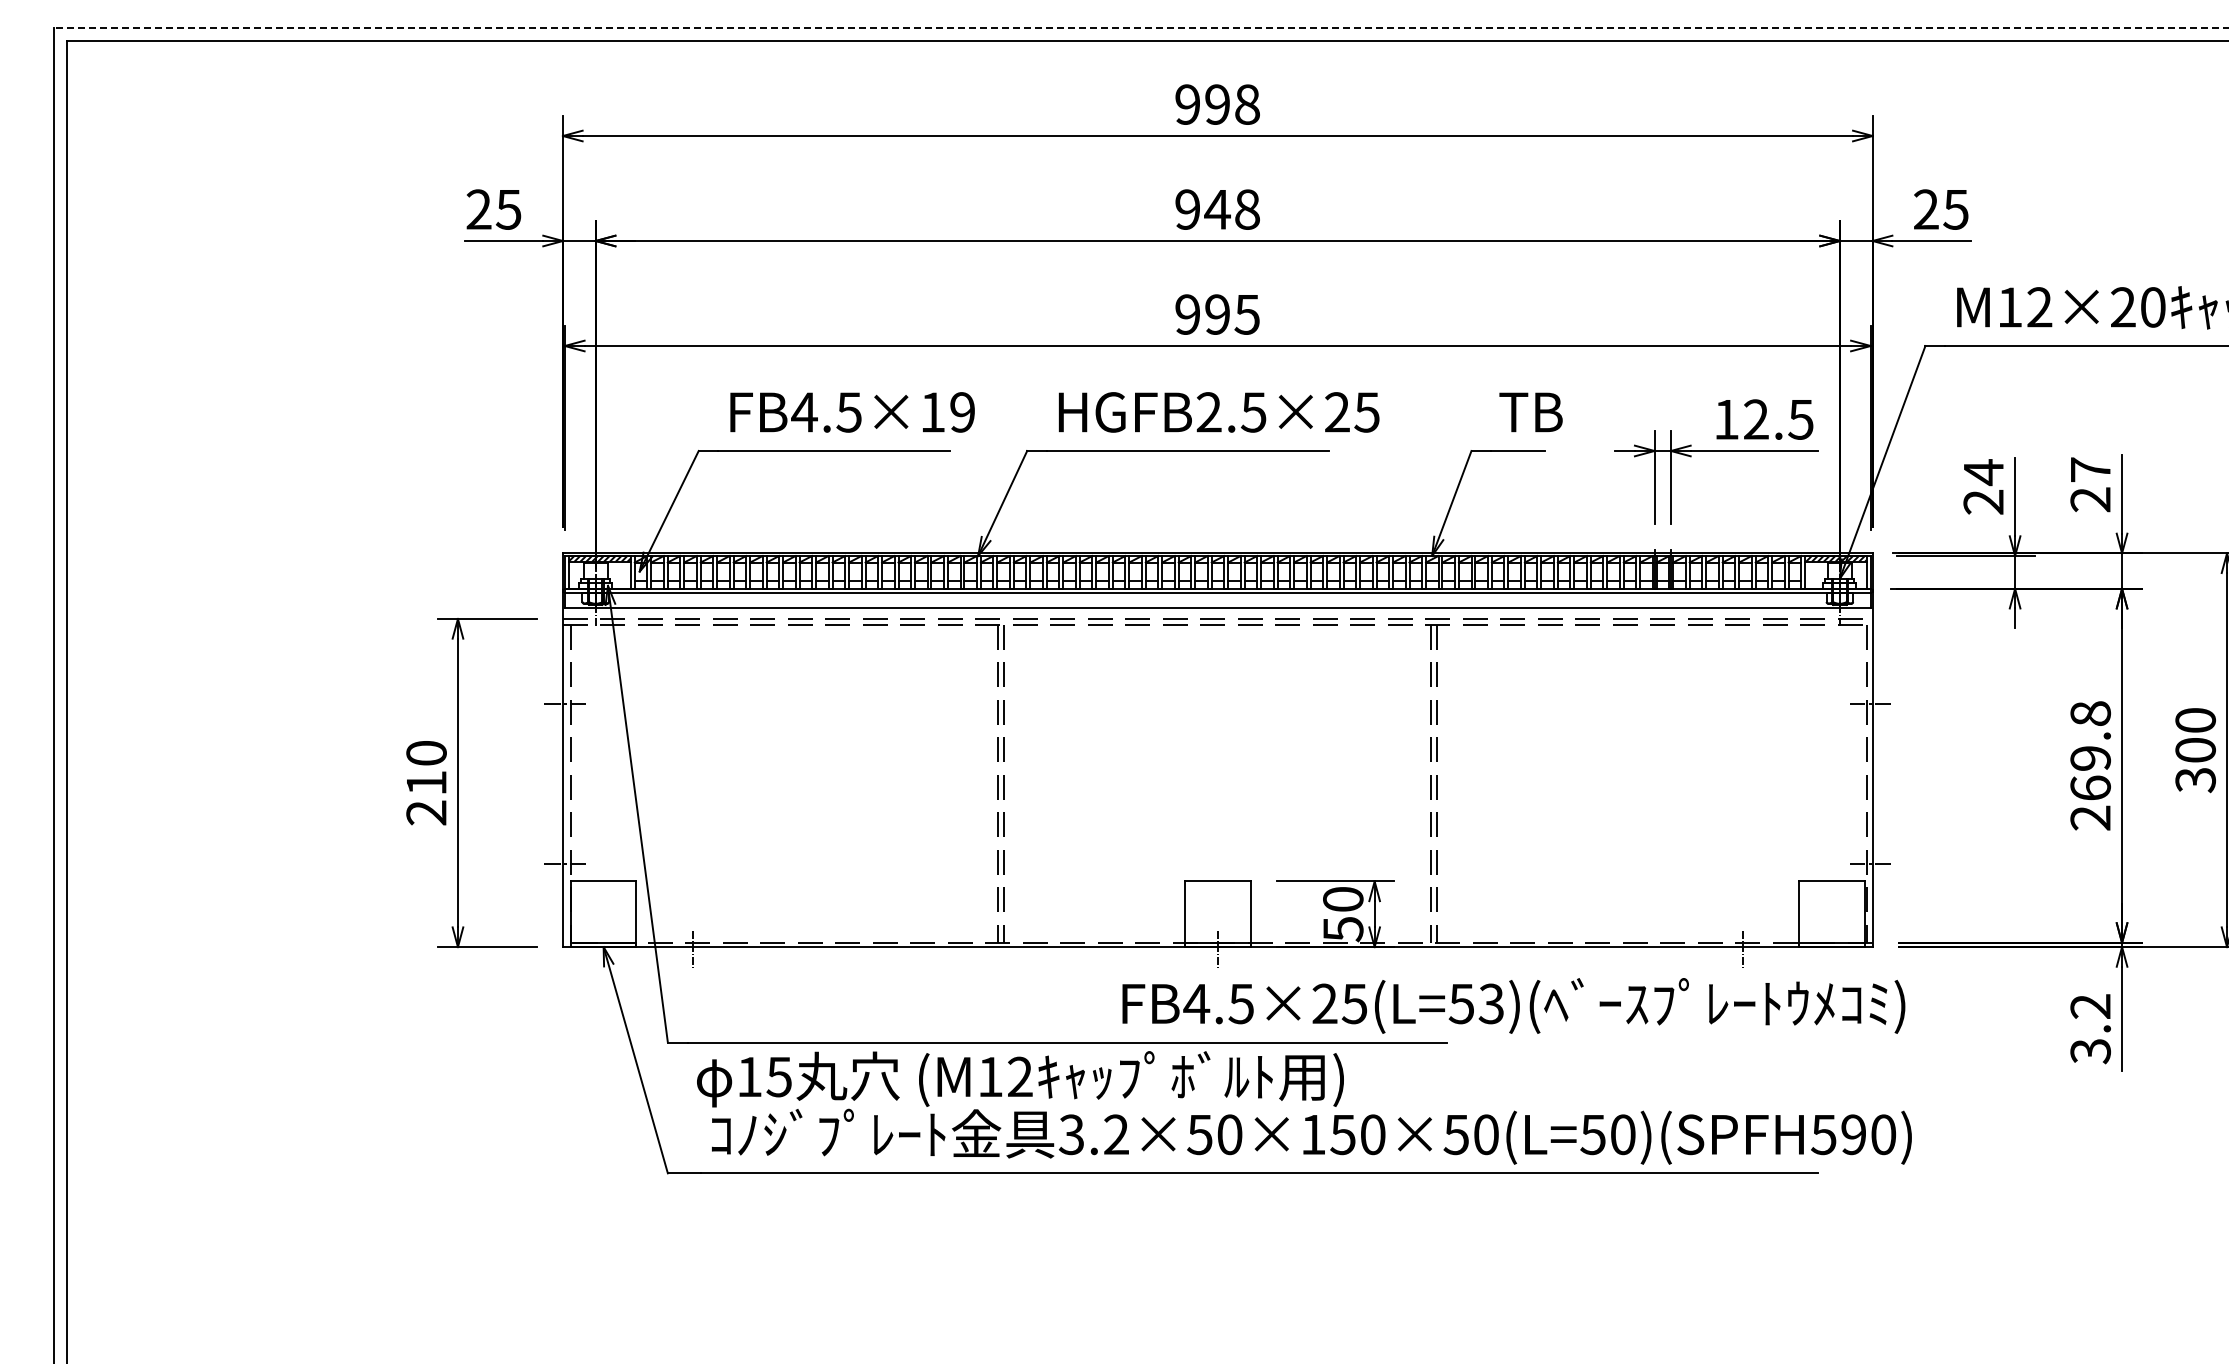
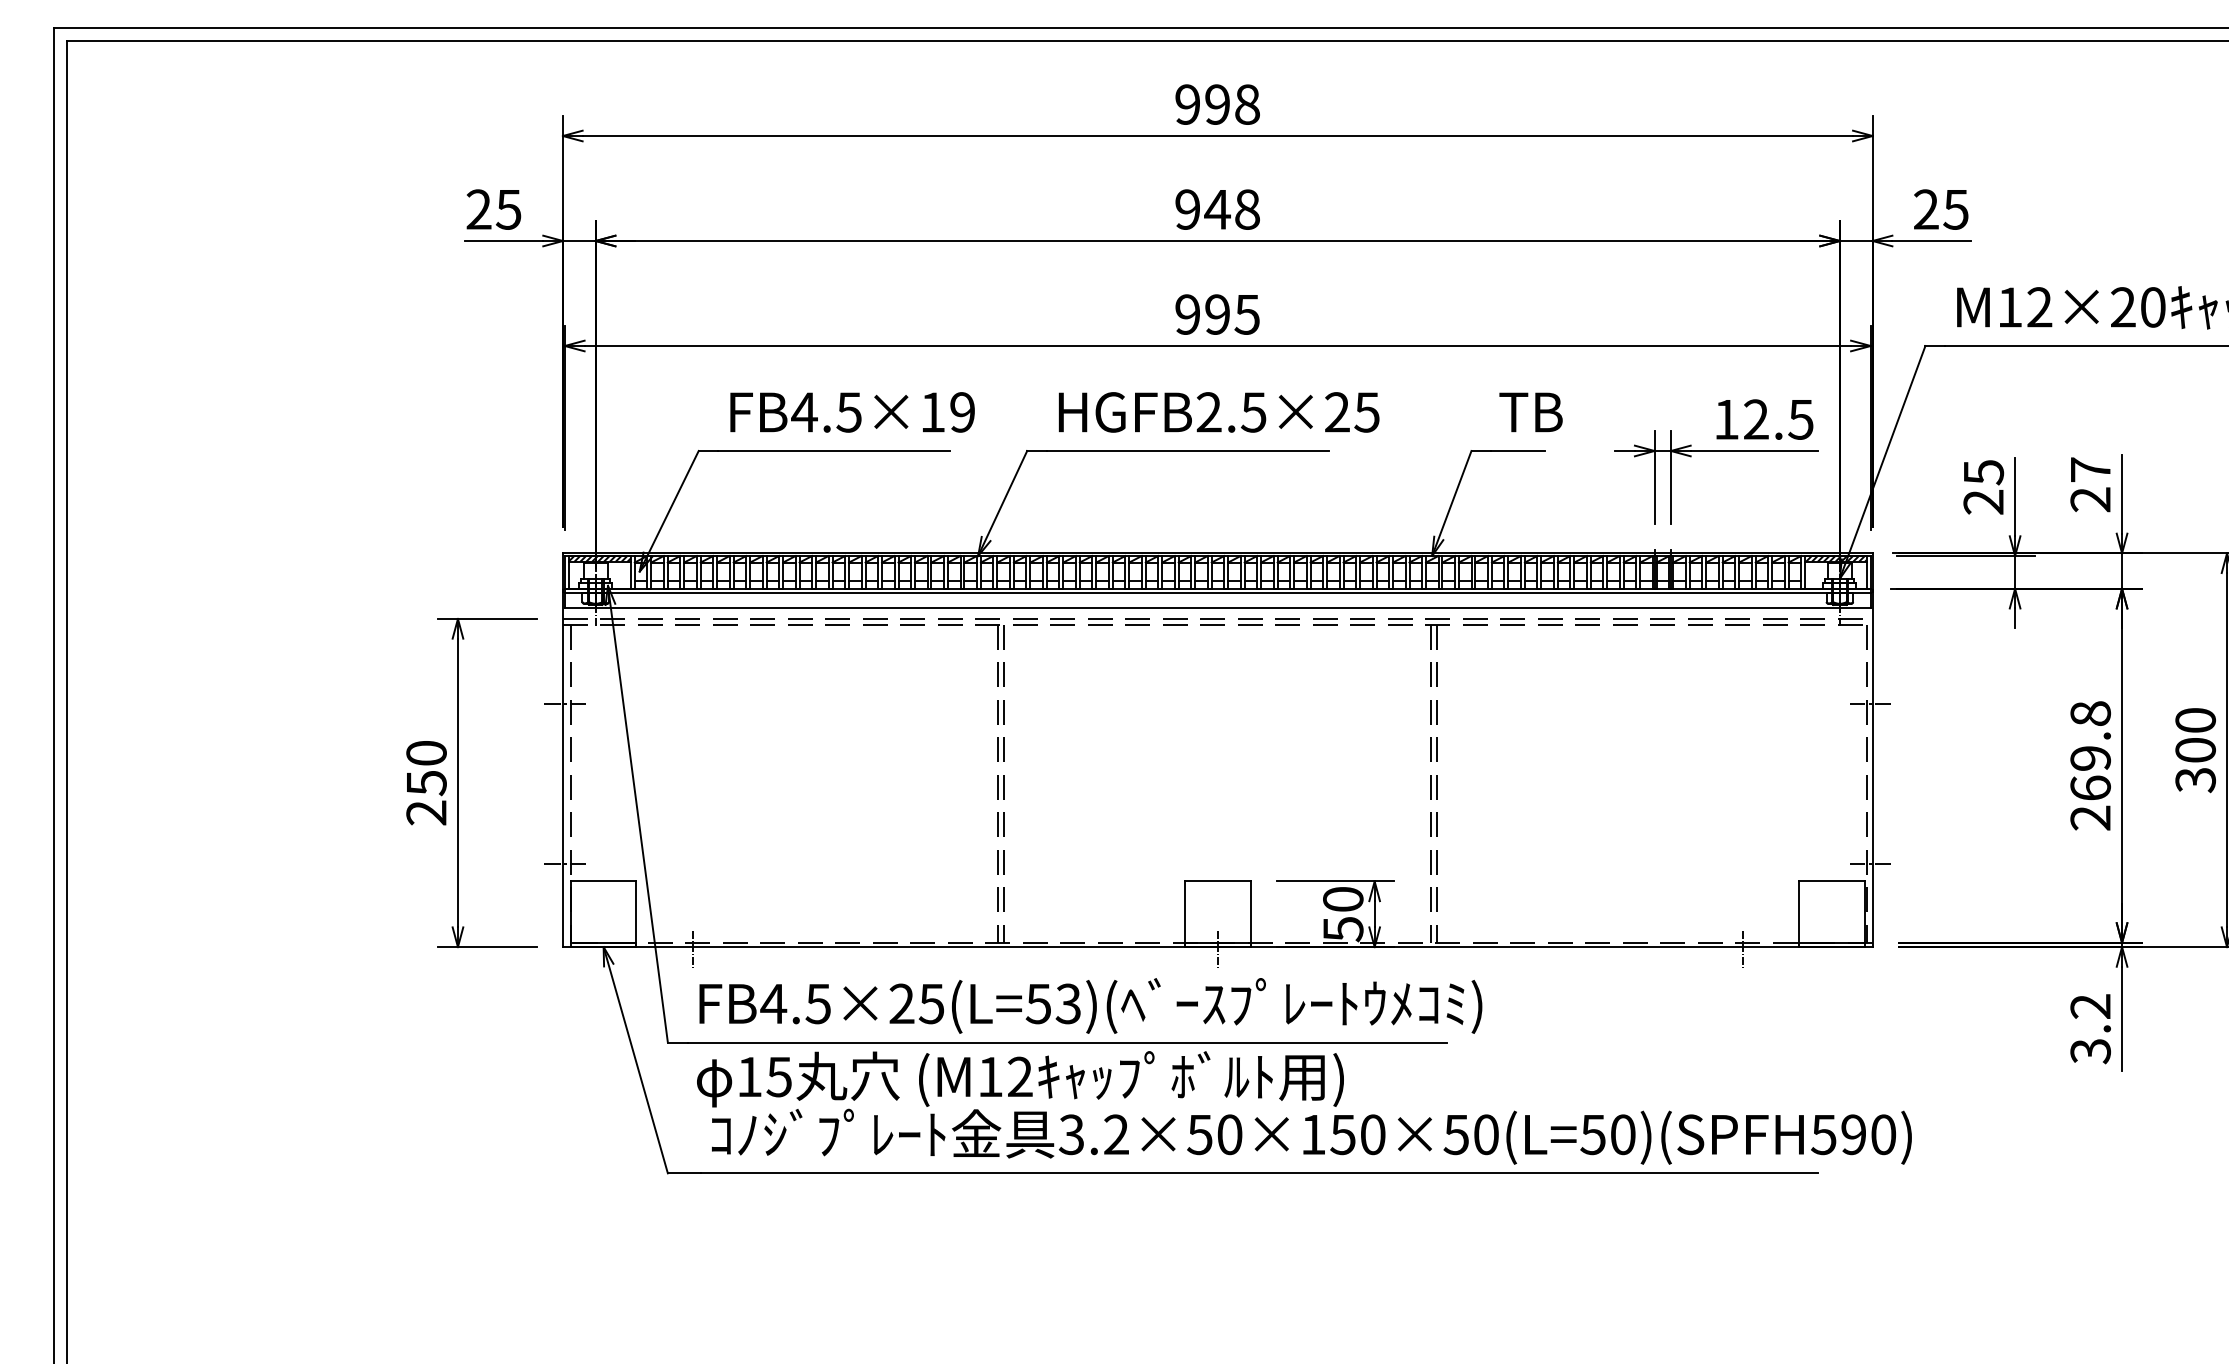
line at (1140, 28): dashed -> solid
text at (1984, 472): 24 -> 25
text at (426, 783): 210 -> 250
text at (1513, 1005) position: (1513, 1005) -> (1090, 1005)
